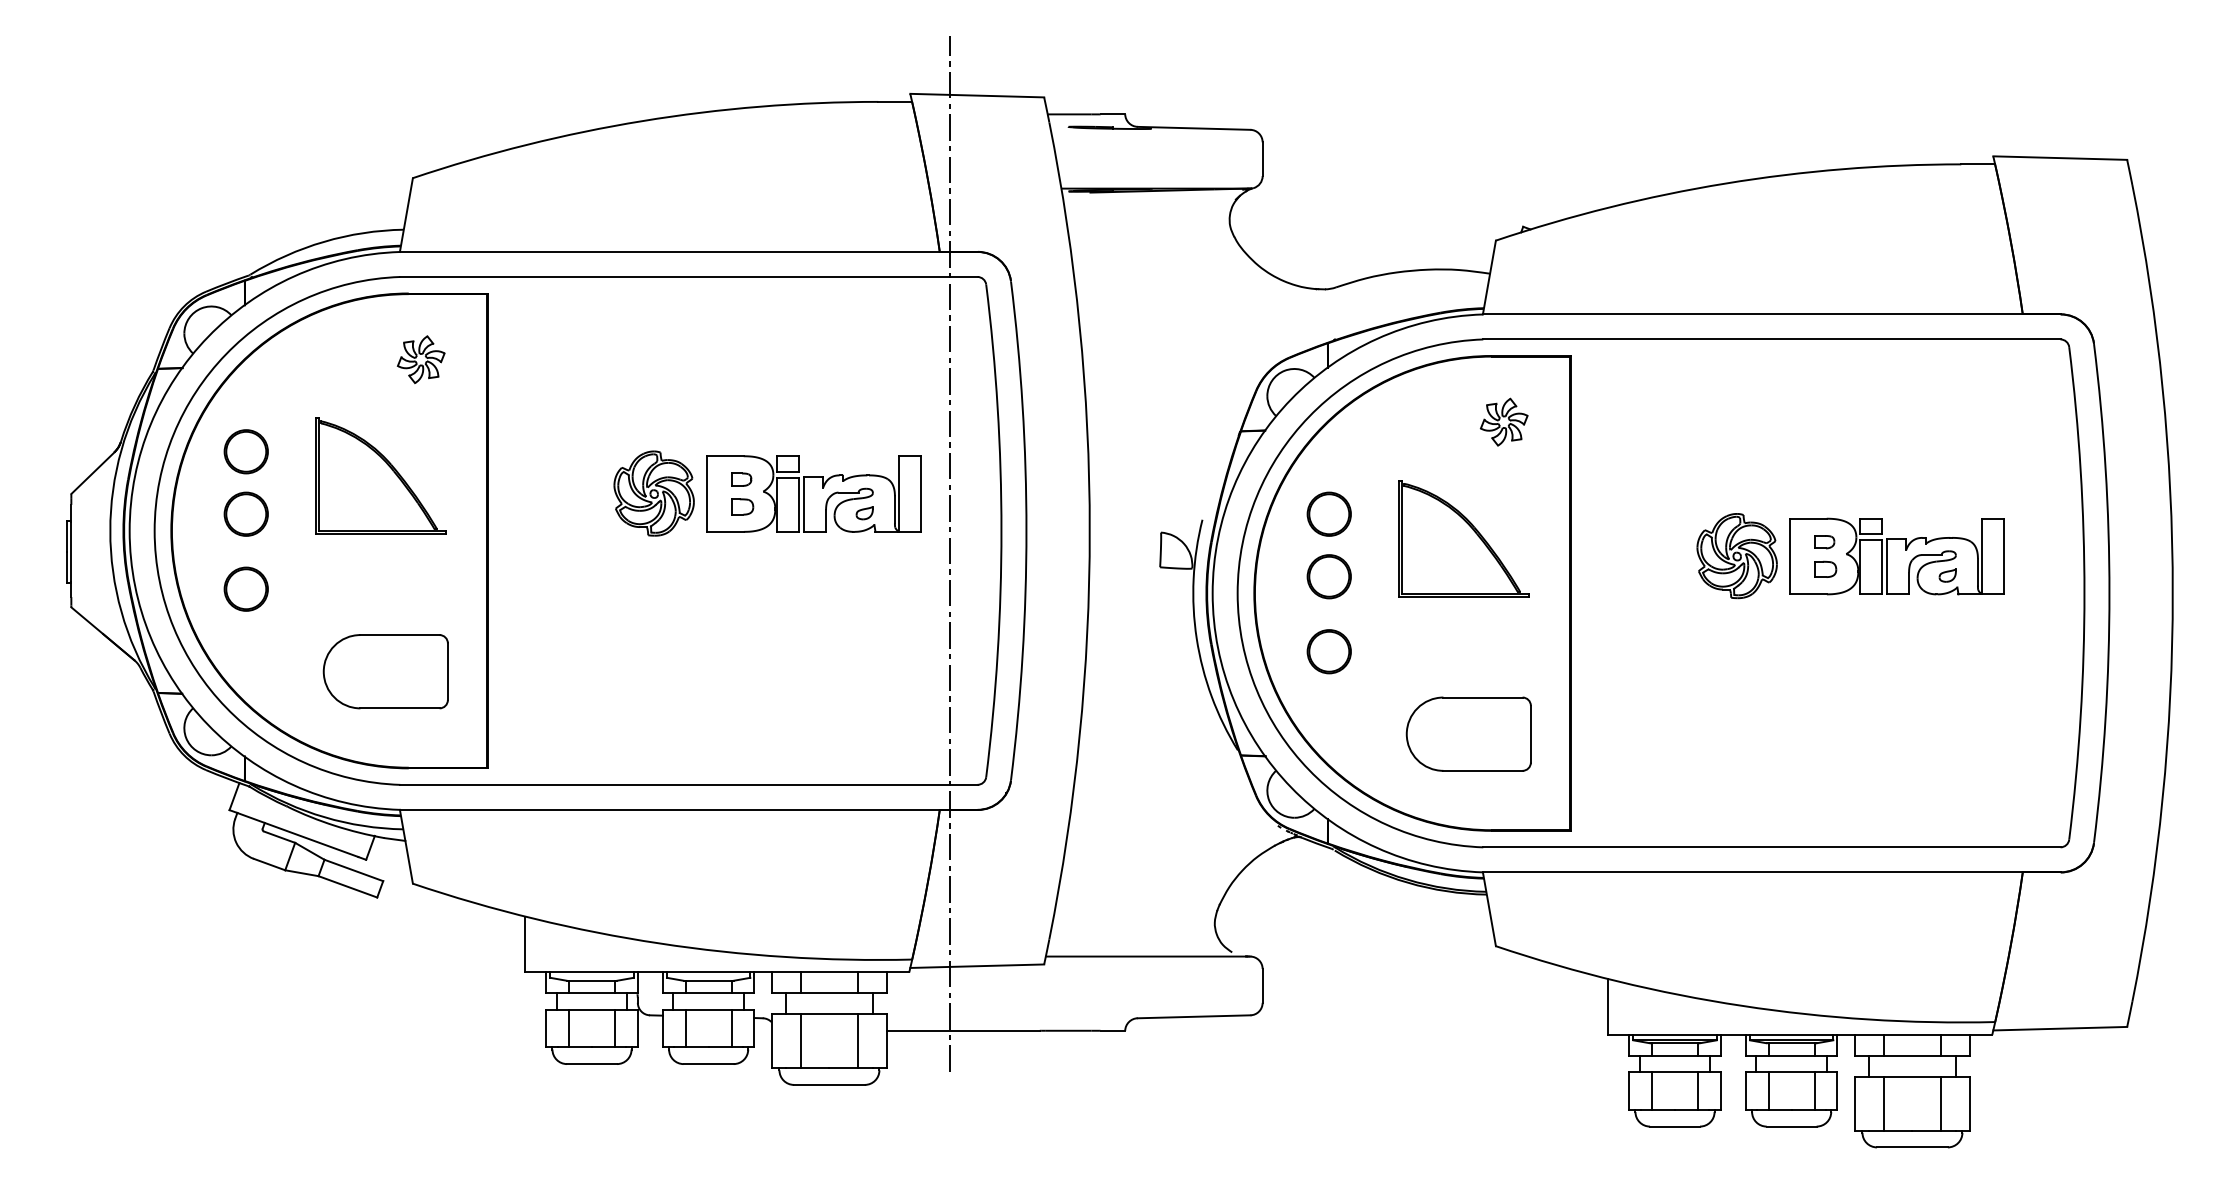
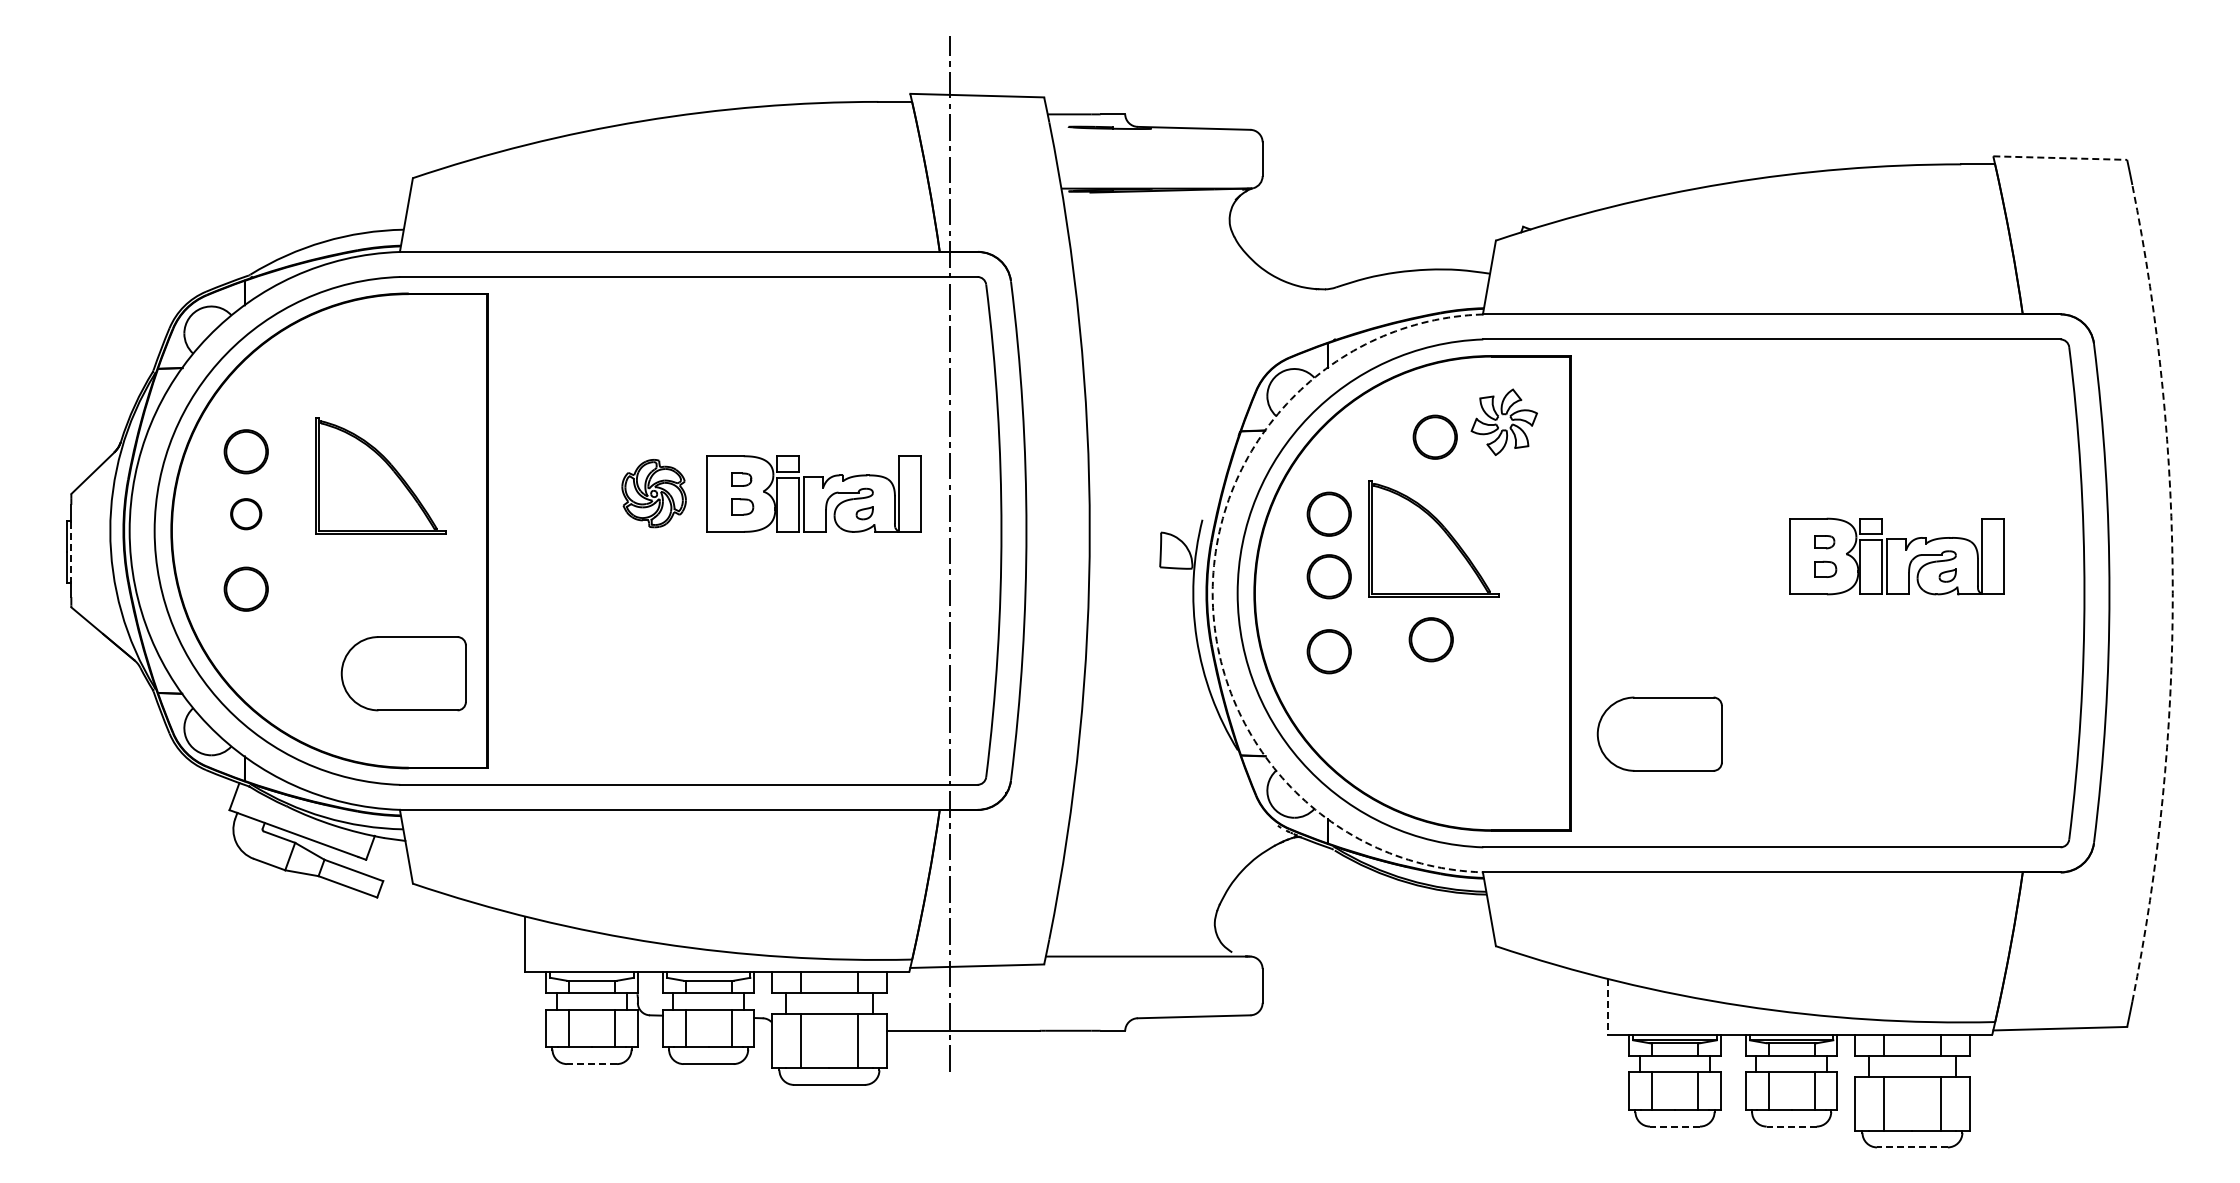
line at (2060, 158): solid -> dashed
part at (420, 359): present -> none
part at (1503, 421) size: 50x50 px -> 68x68 px
part at (1434, 436): none -> present
part at (653, 493) size: 82x87 px -> 66x70 px
part at (245, 513) size: 46x46 px -> 33x33 px
part at (1463, 538) position: (1463, 538) -> (1433, 538)
line at (71, 551): solid -> dashed
part at (1736, 556): present -> none
arc at (1212, 593): solid -> dashed
arc at (2172, 593): solid -> dashed
part at (1430, 639): none -> present
part at (385, 671) position: (385, 671) -> (403, 673)
part at (1468, 733) position: (1468, 733) -> (1659, 733)
line at (1608, 1007): solid -> dashed
line at (592, 1064): solid -> dashed
line at (1675, 1126): solid -> dashed
line at (1791, 1126): solid -> dashed
line at (1911, 1147): solid -> dashed
